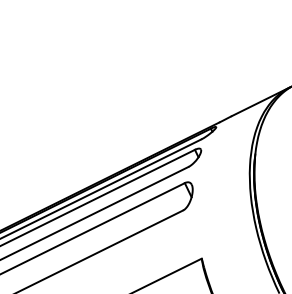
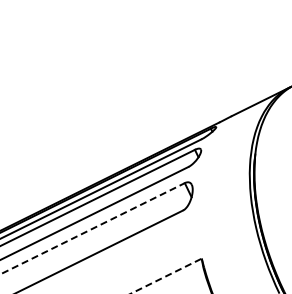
line at (92, 228): solid -> dashed
line at (166, 275): solid -> dashed
